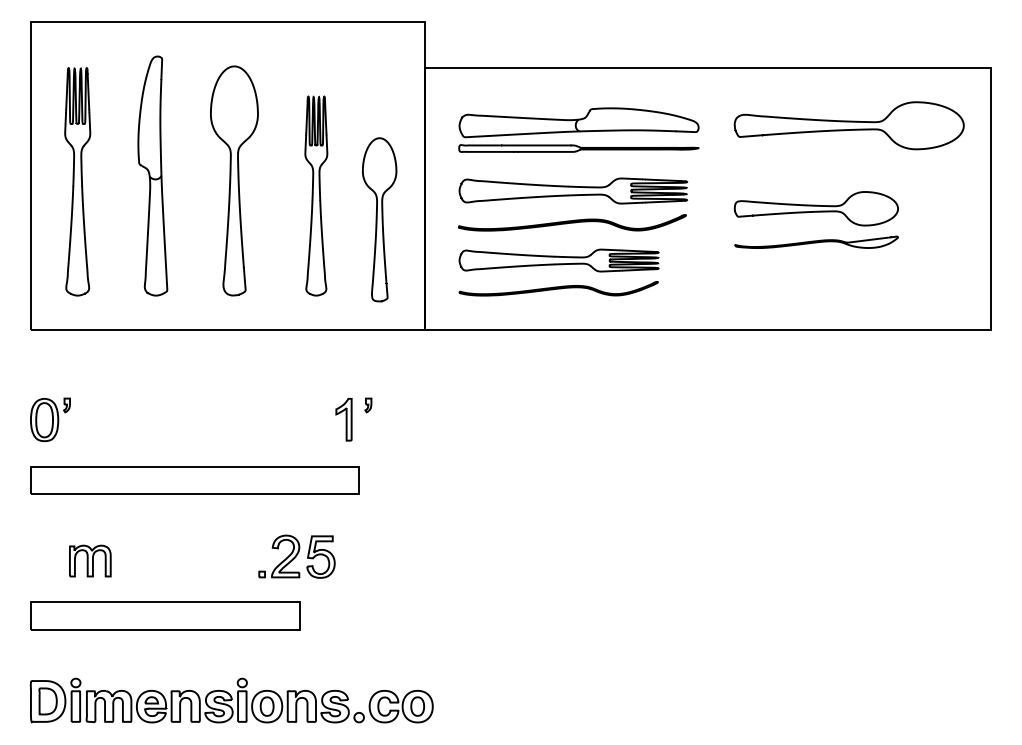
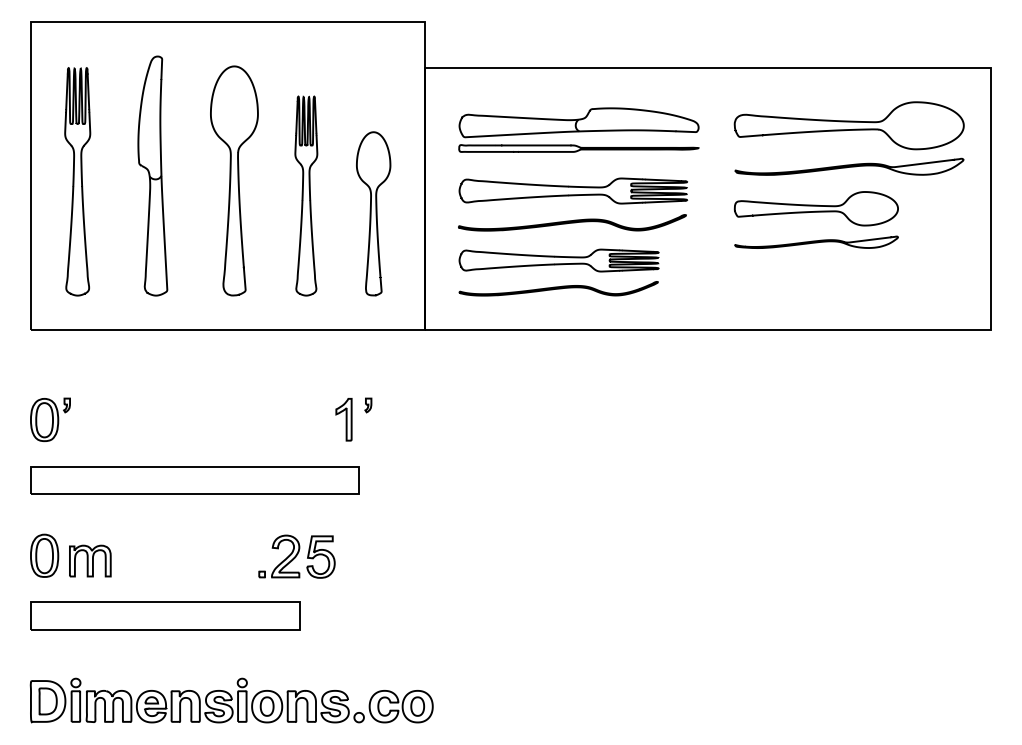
part at (849, 166): none -> present
part at (316, 195) position: (316, 195) -> (306, 195)
part at (379, 219) position: (379, 219) -> (373, 213)
part at (44, 555): none -> present
